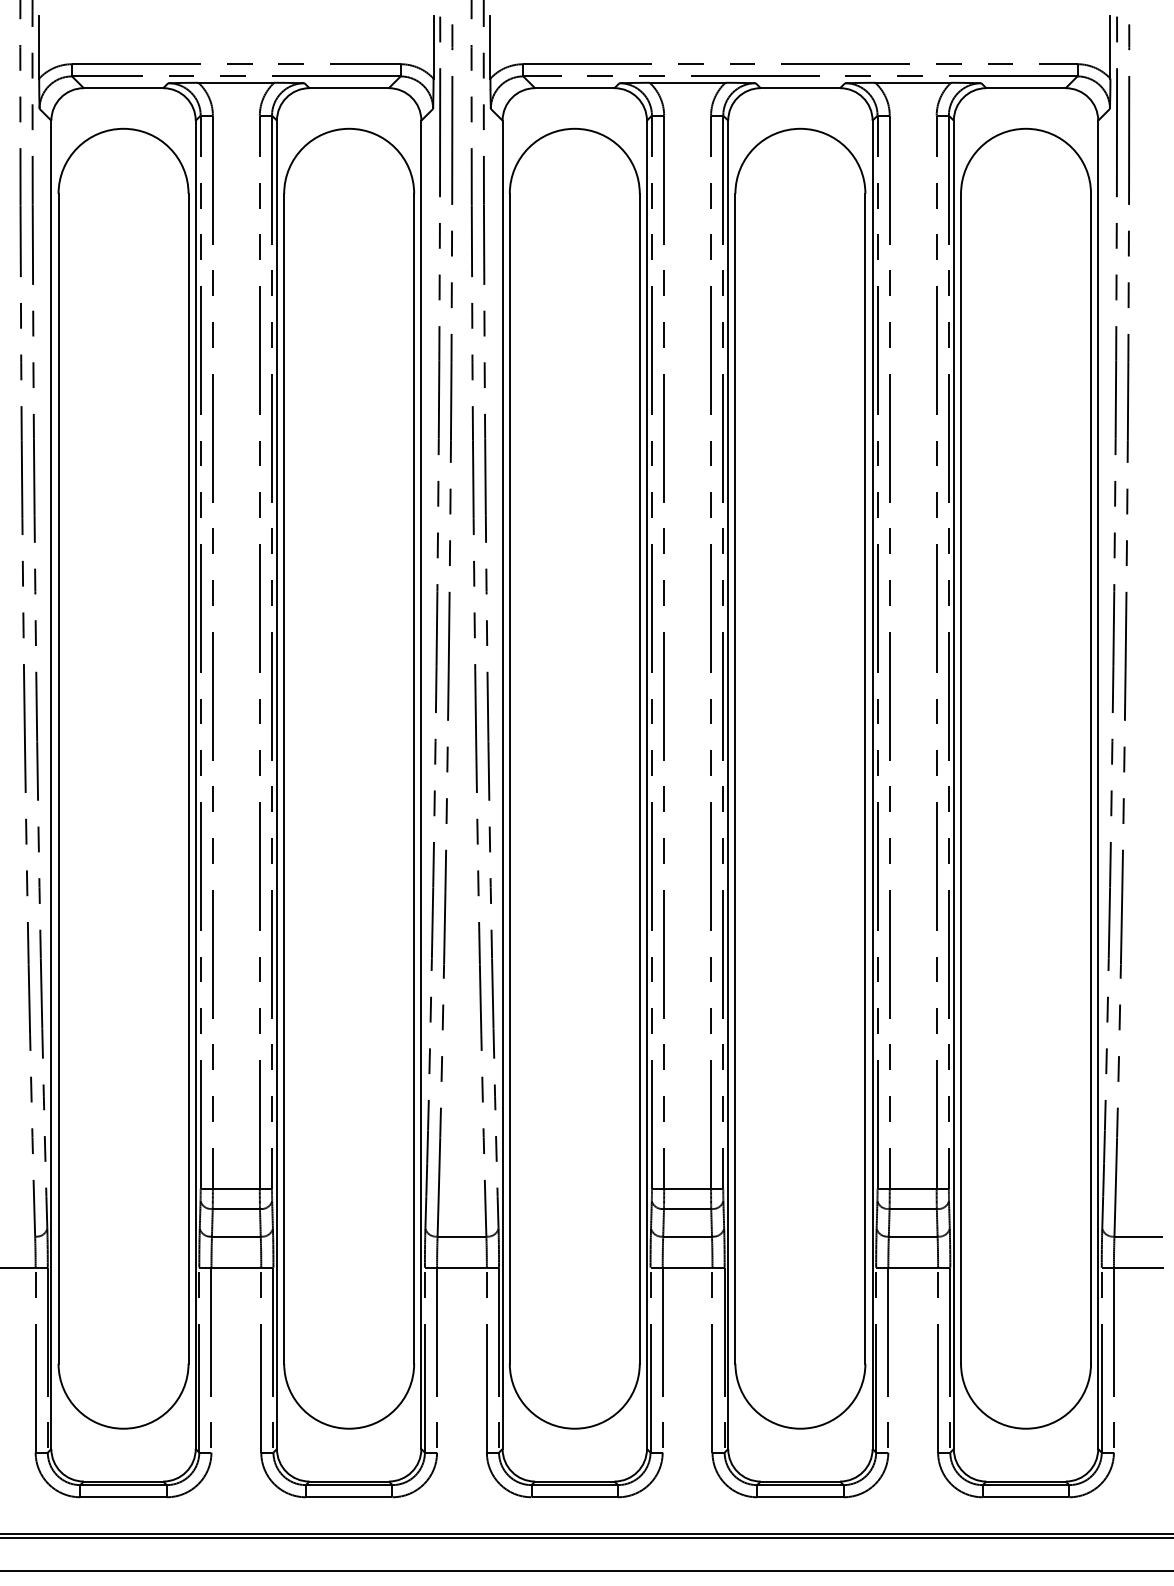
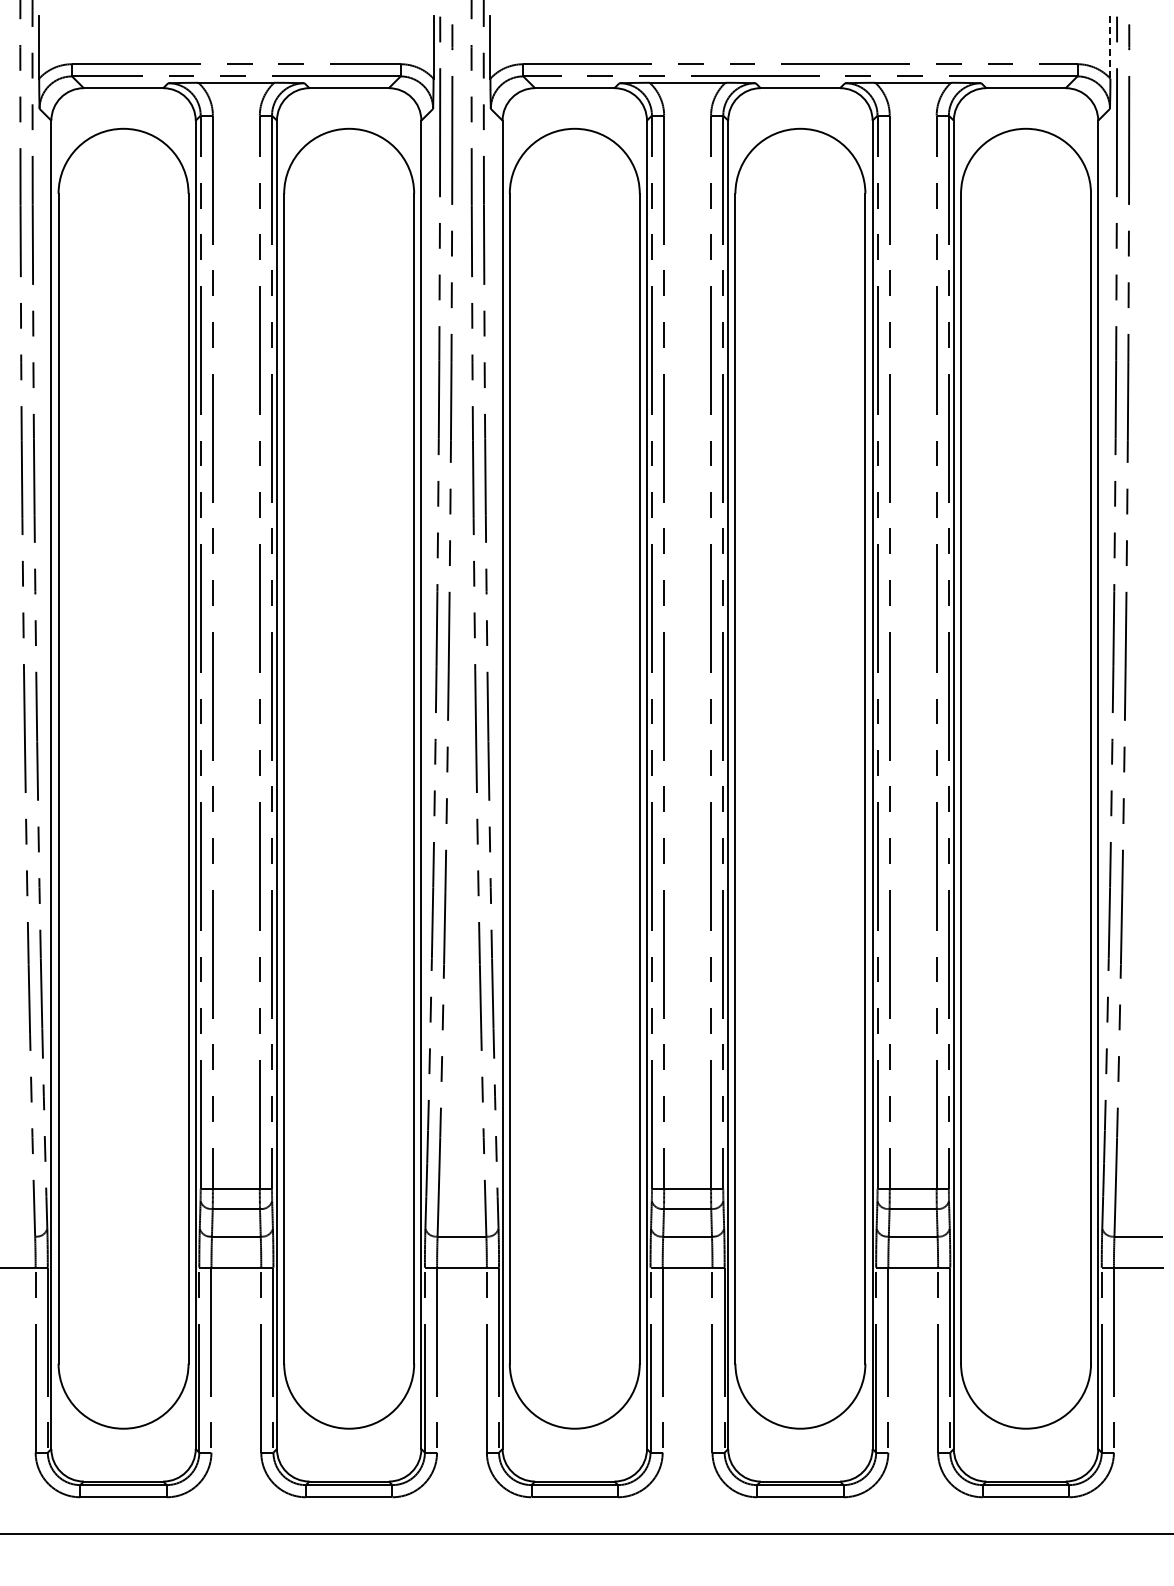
line at (1110, 48): solid -> dashed
line at (586, 1538): present -> none
line at (586, 1570): present -> none
